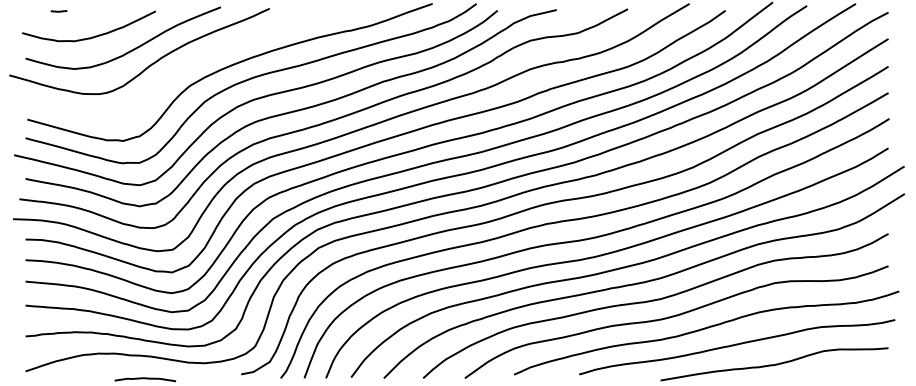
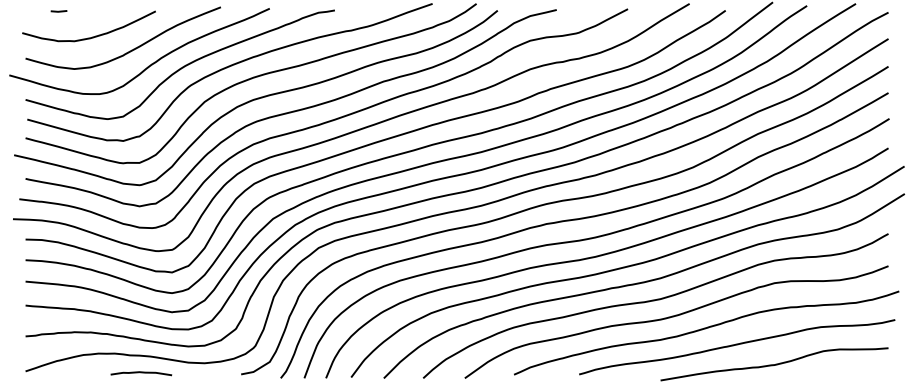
curve at (180, 67): none -> present
curve at (145, 379) position: (145, 379) -> (141, 373)
